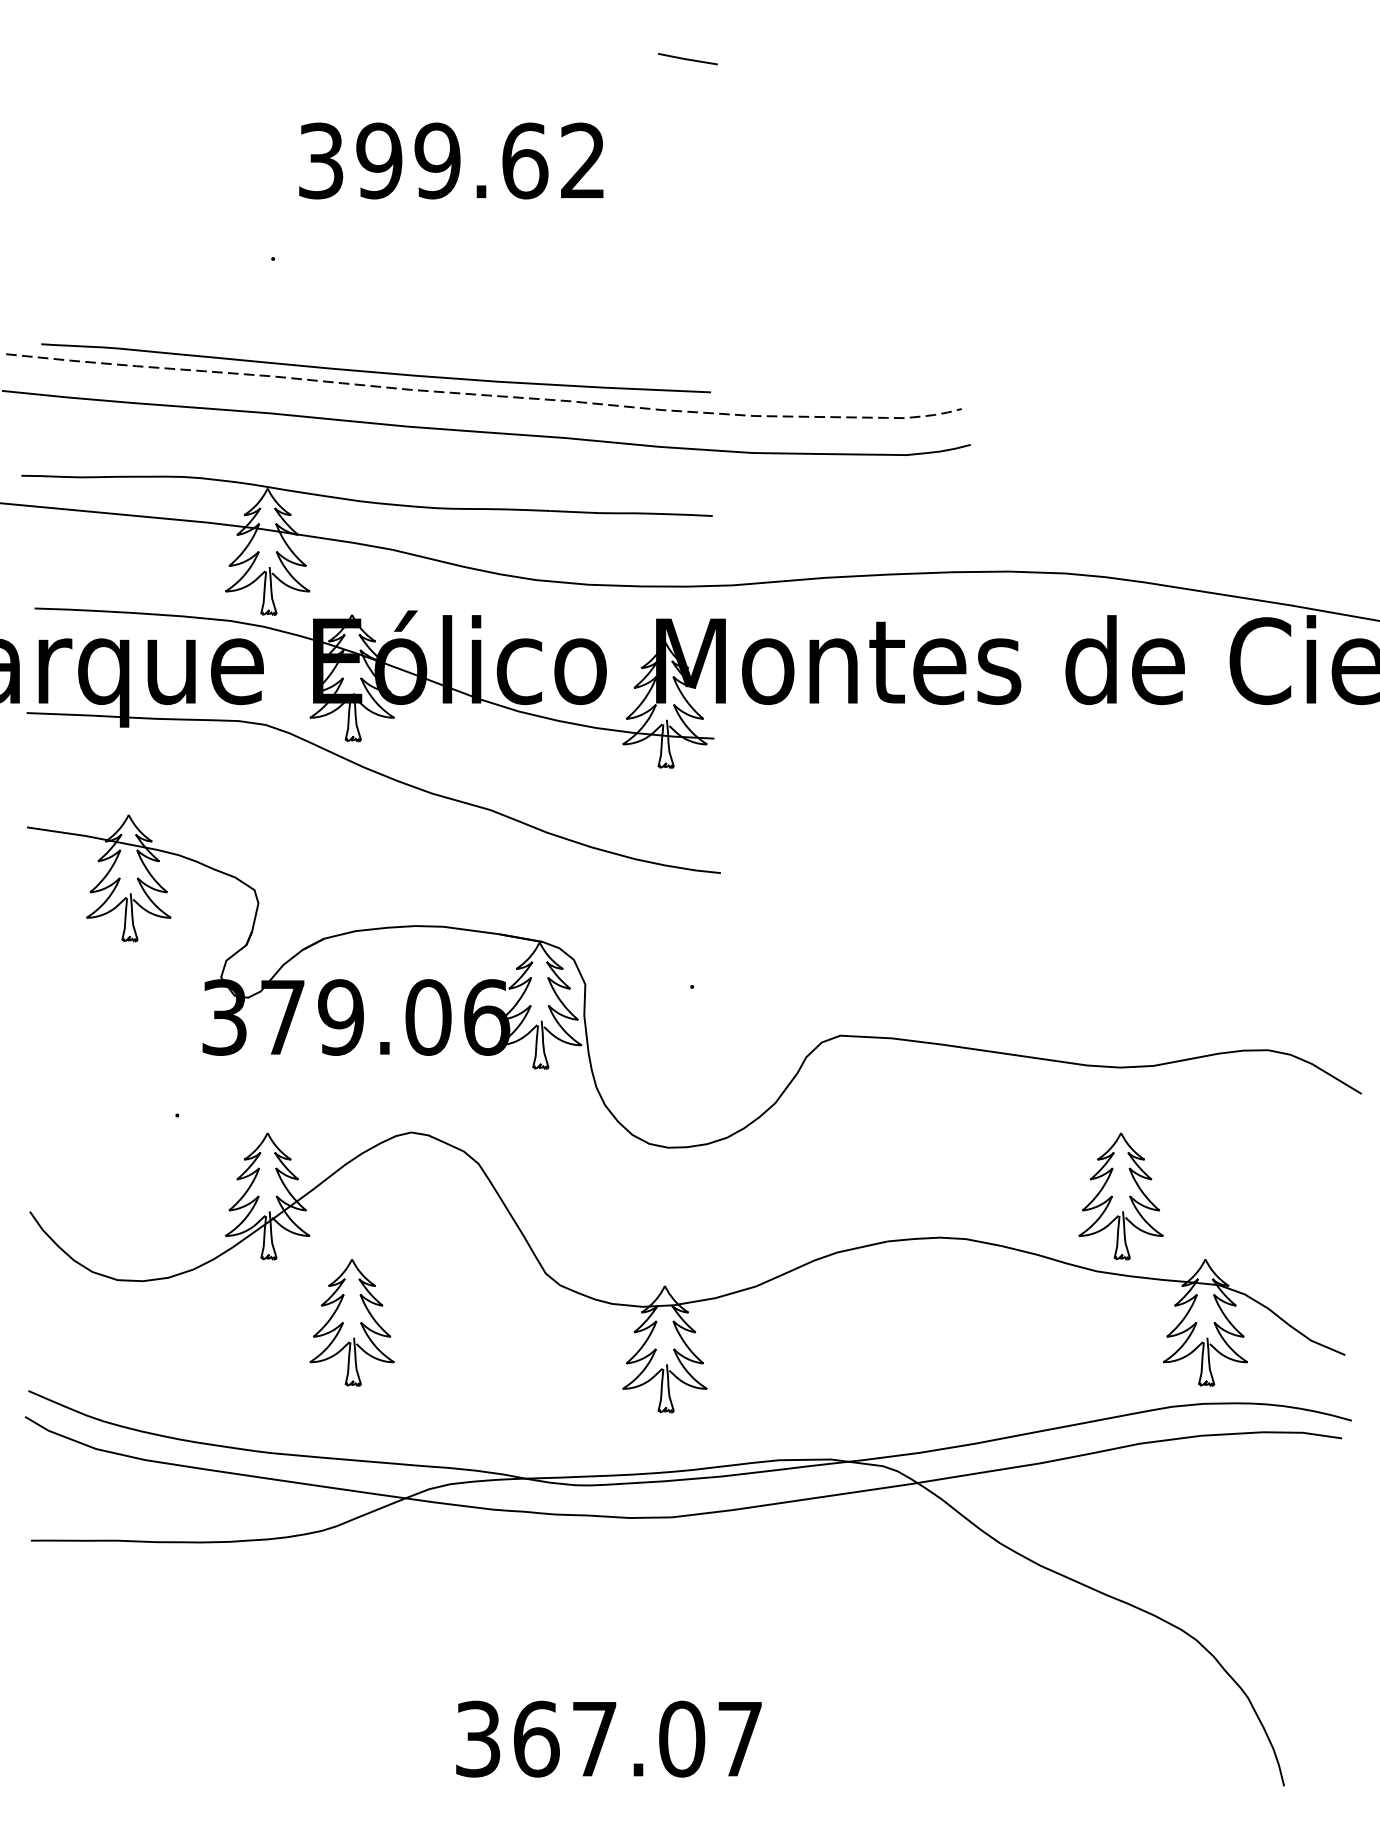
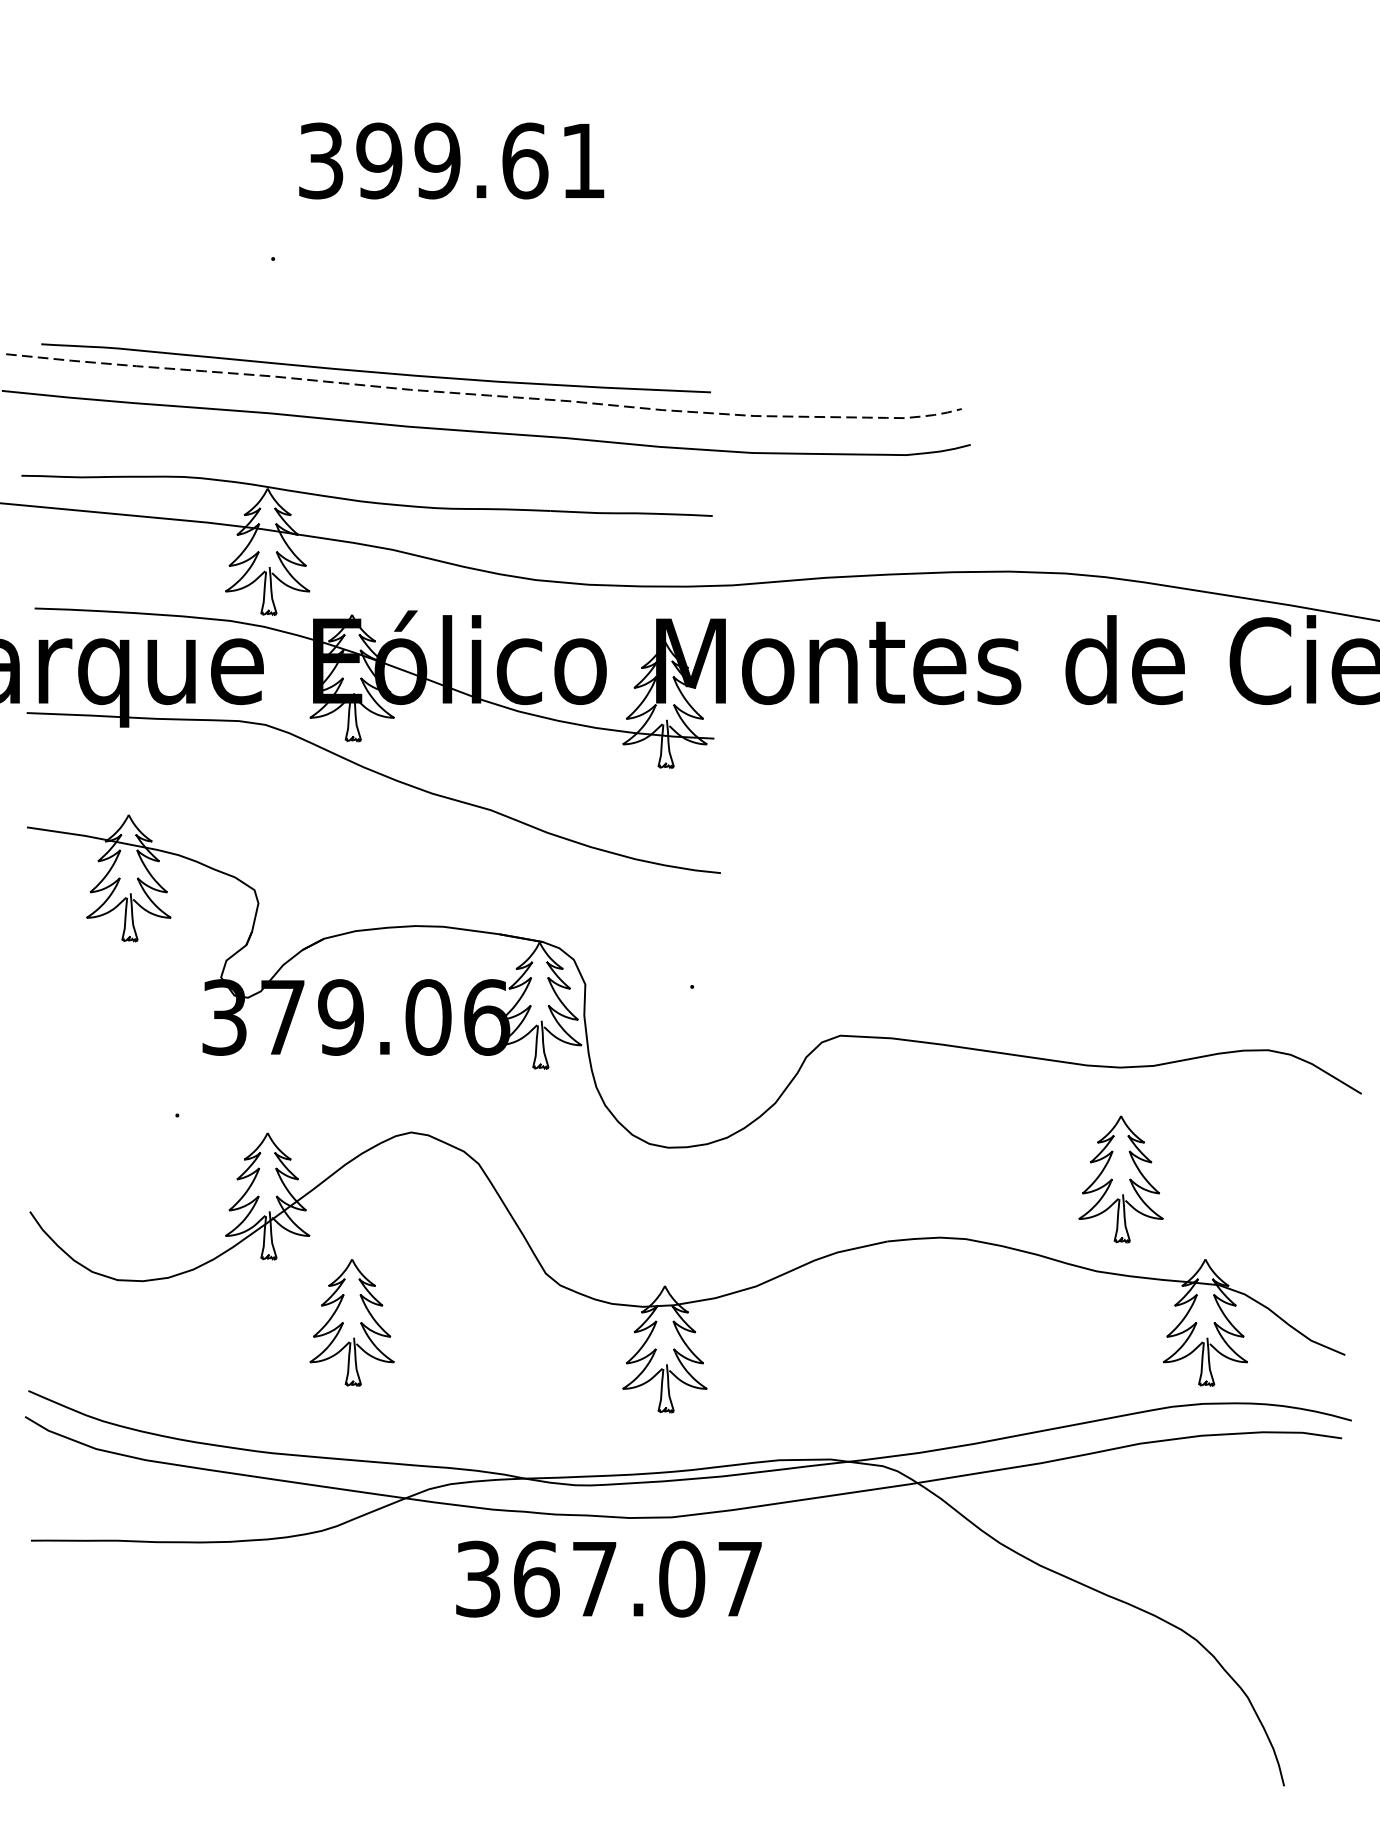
line at (687, 59): present -> none
text at (582, 160): 399.62 -> 399.61
part at (1120, 1196) position: (1120, 1196) -> (1120, 1179)
text at (608, 1738) position: (608, 1738) -> (608, 1578)
